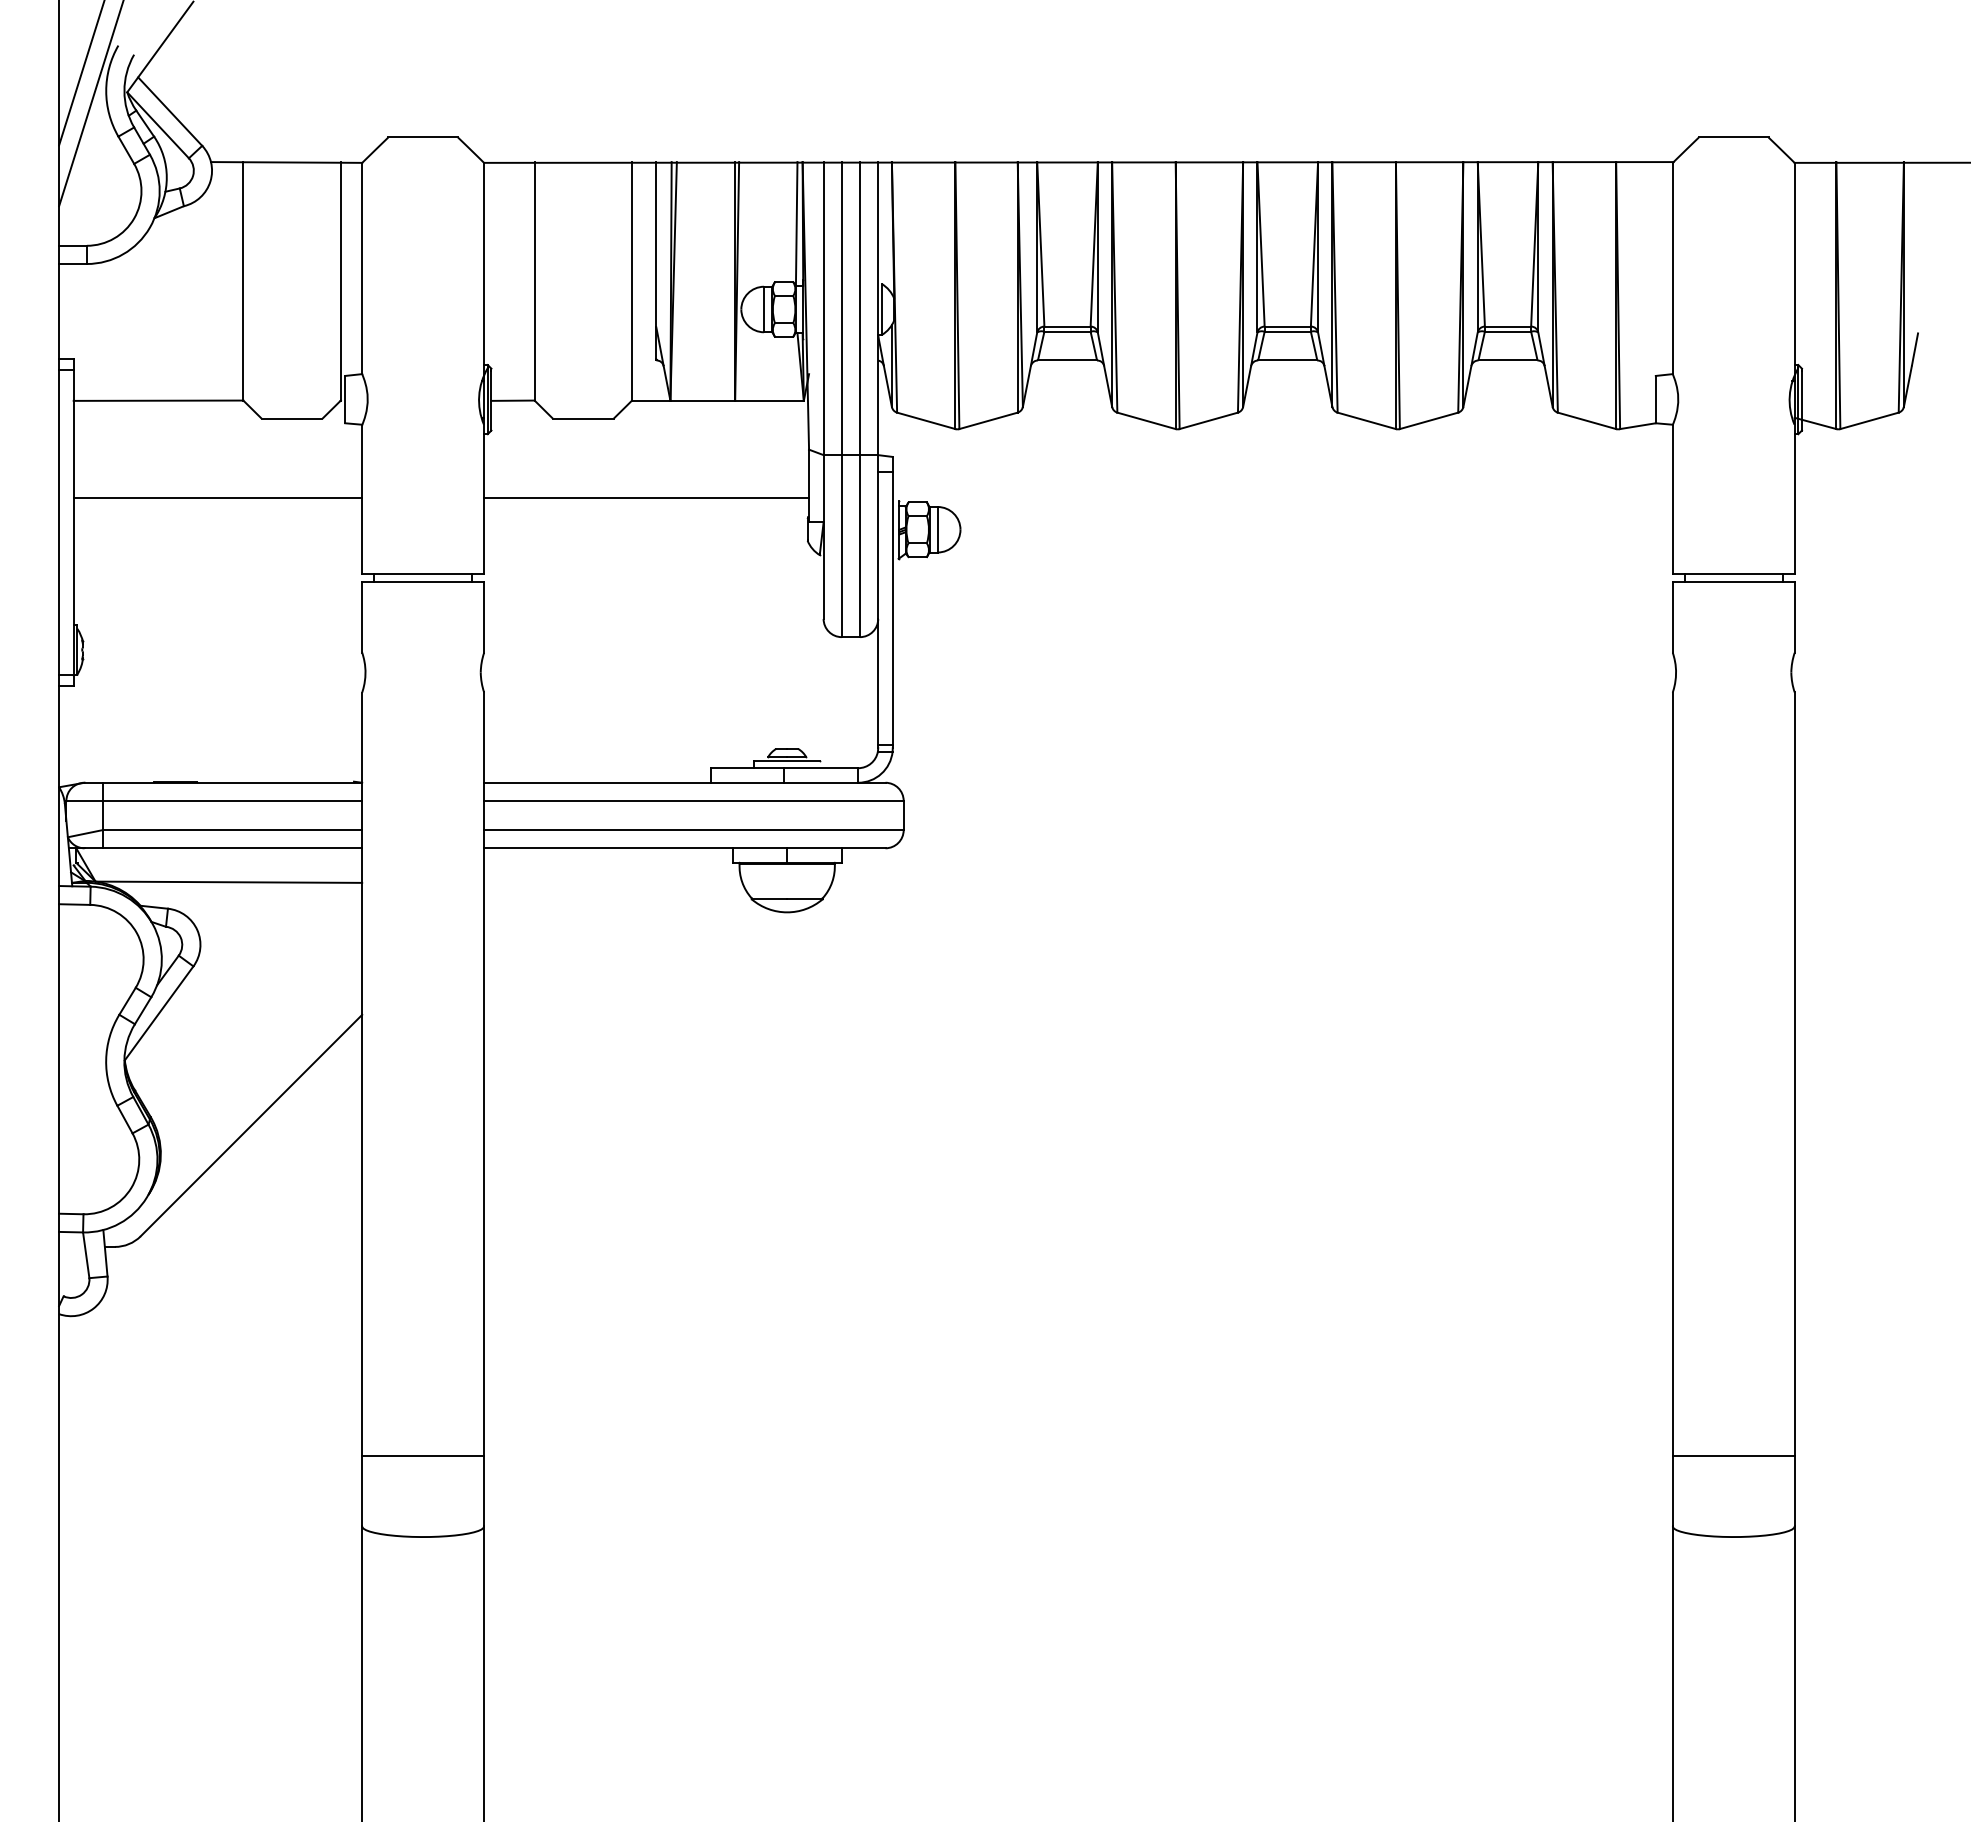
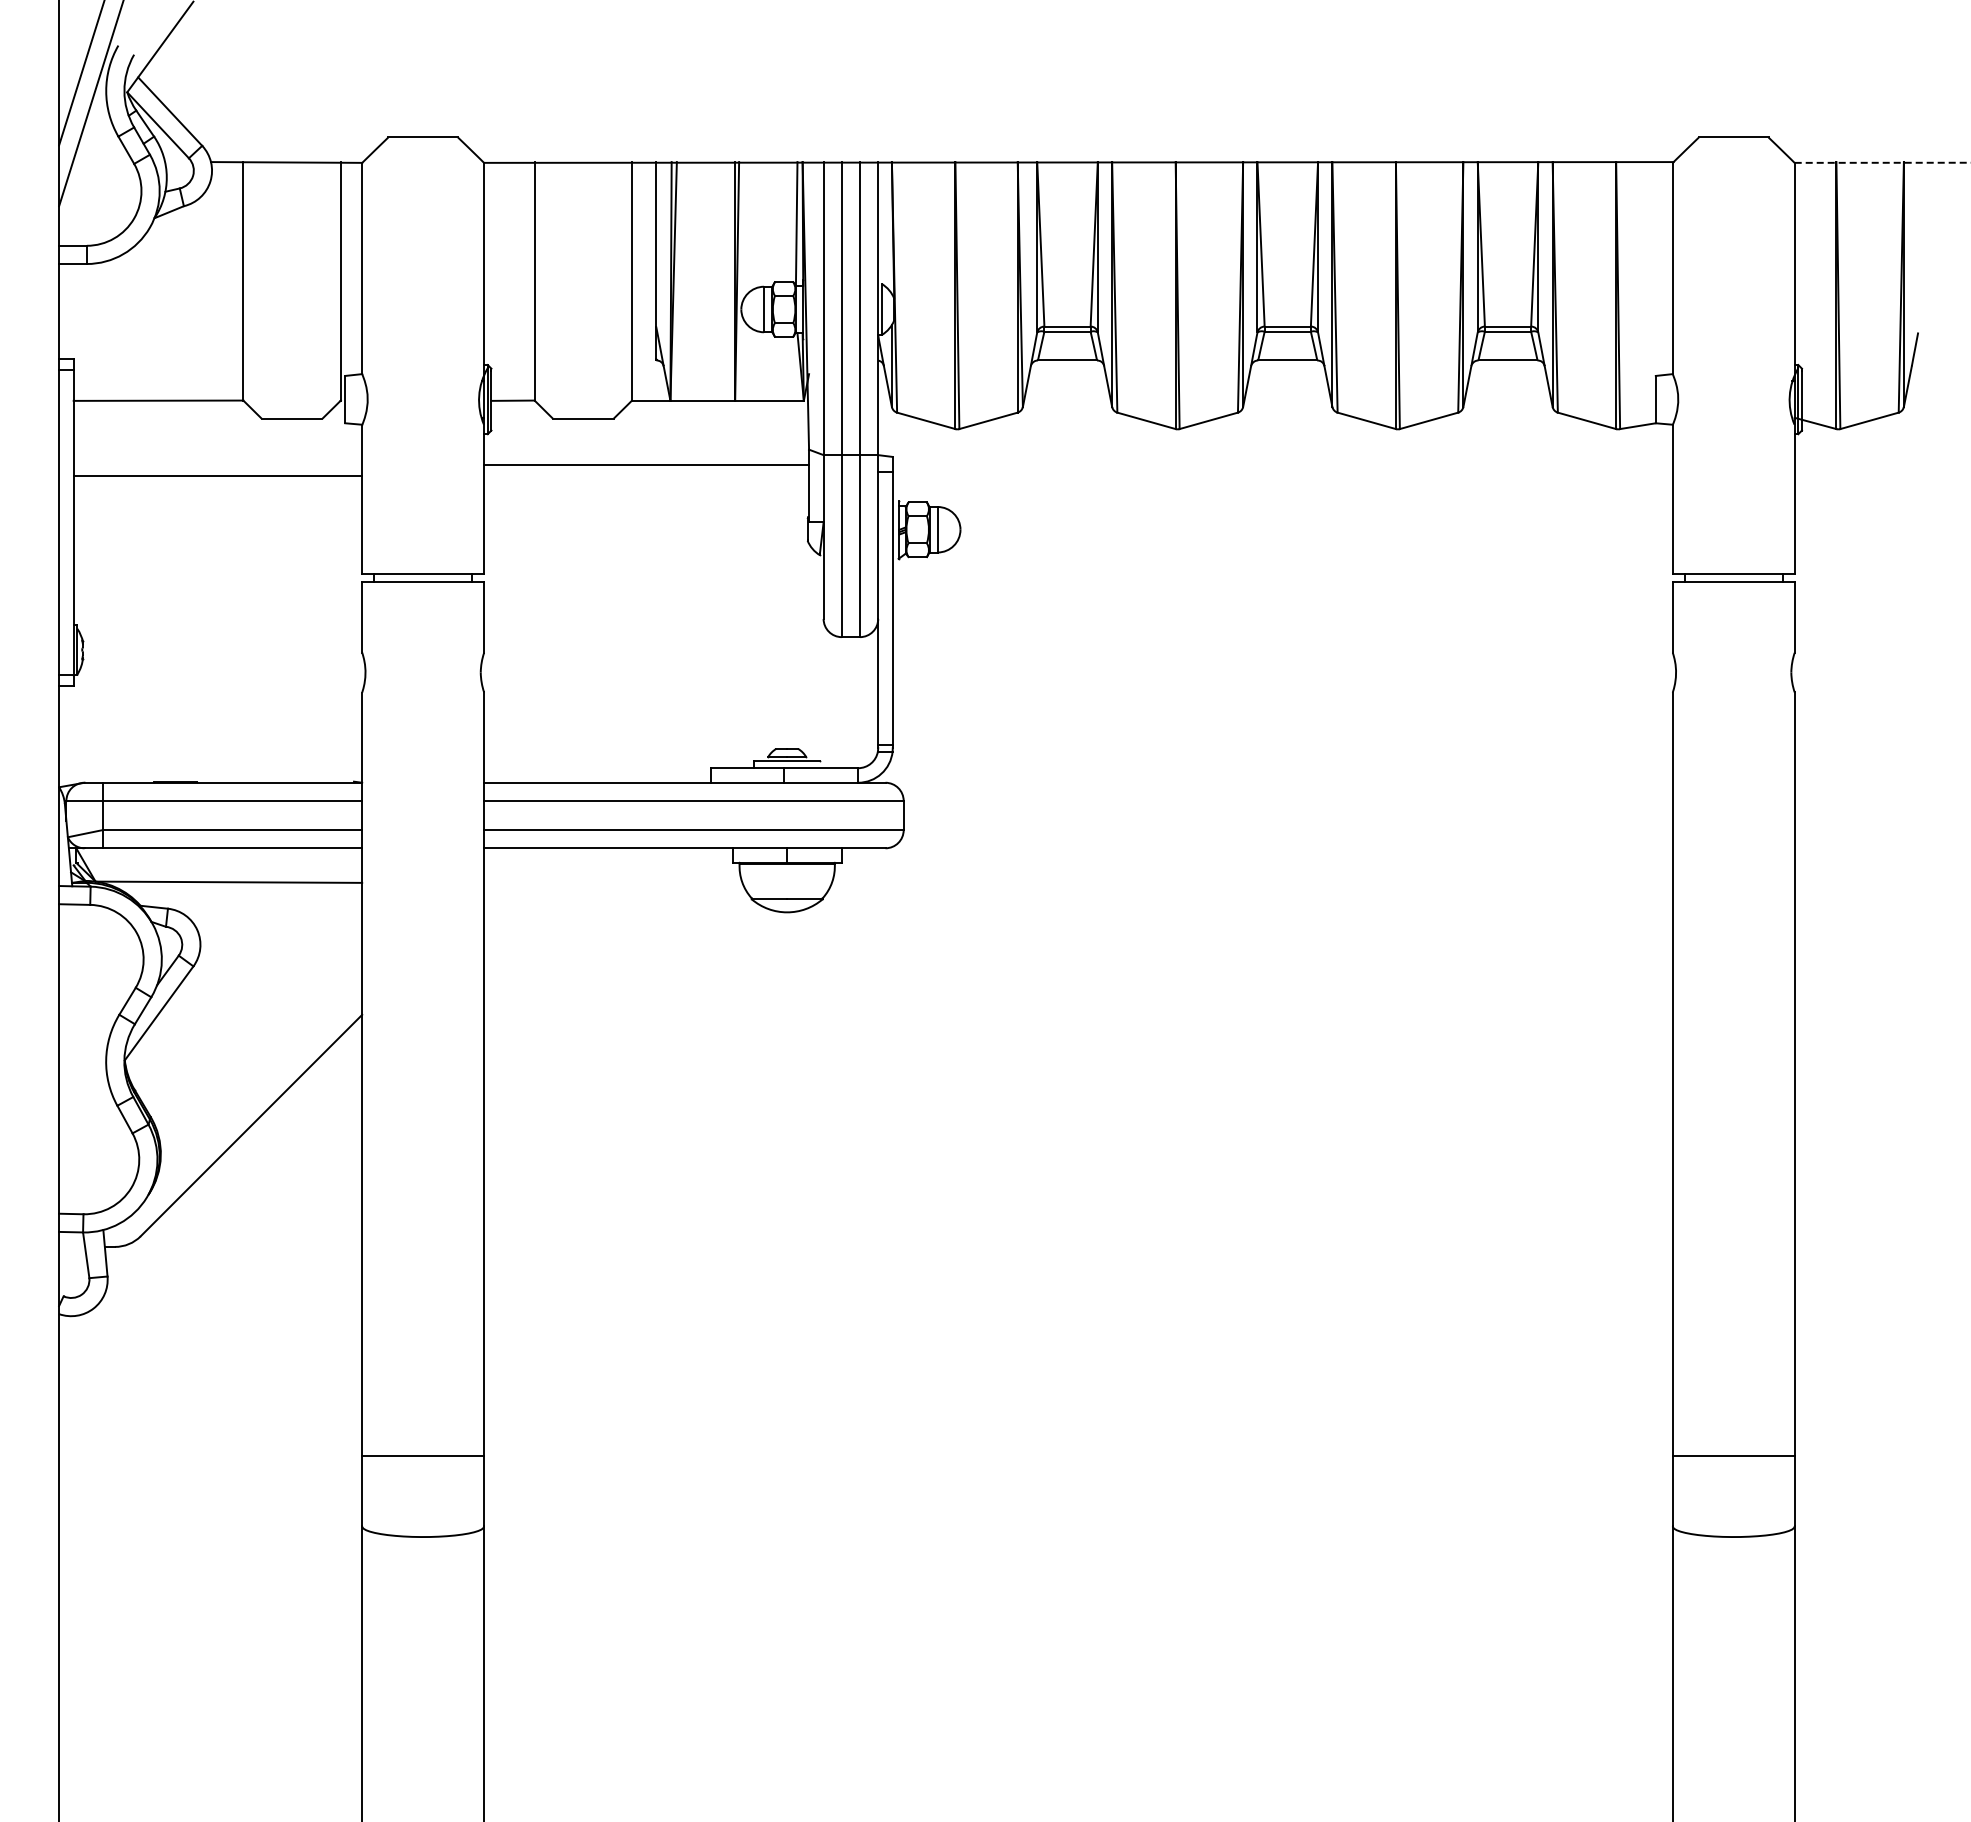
line at (1882, 162): solid -> dashed
line at (217, 498) position: (217, 498) -> (217, 476)
line at (646, 498) position: (646, 498) -> (646, 465)
